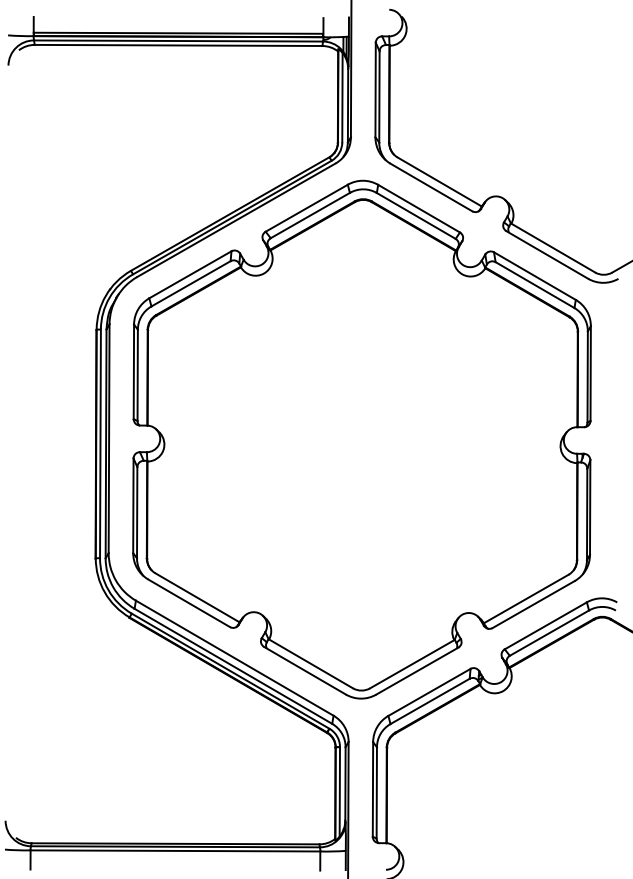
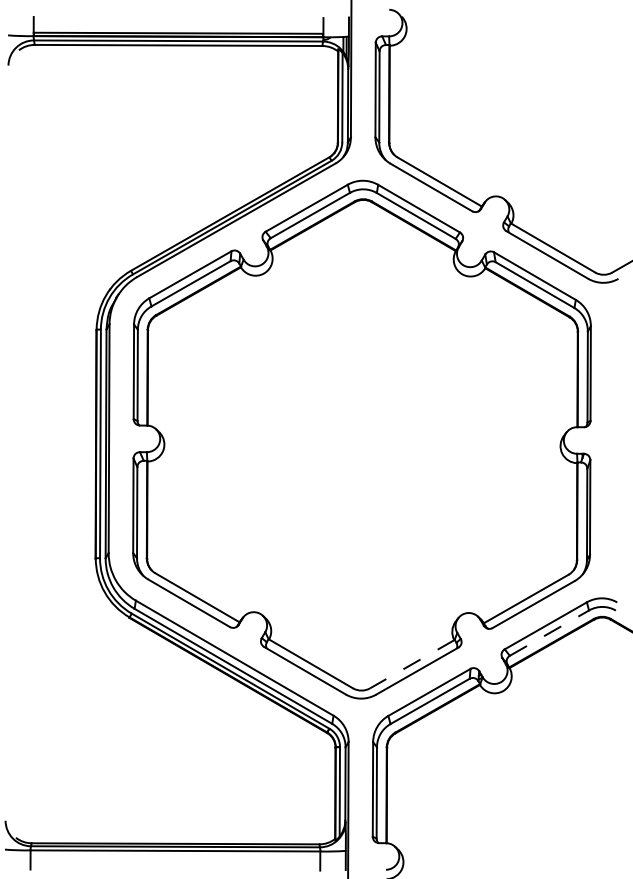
line at (549, 633): solid -> dashed
line at (412, 664): solid -> dashed
